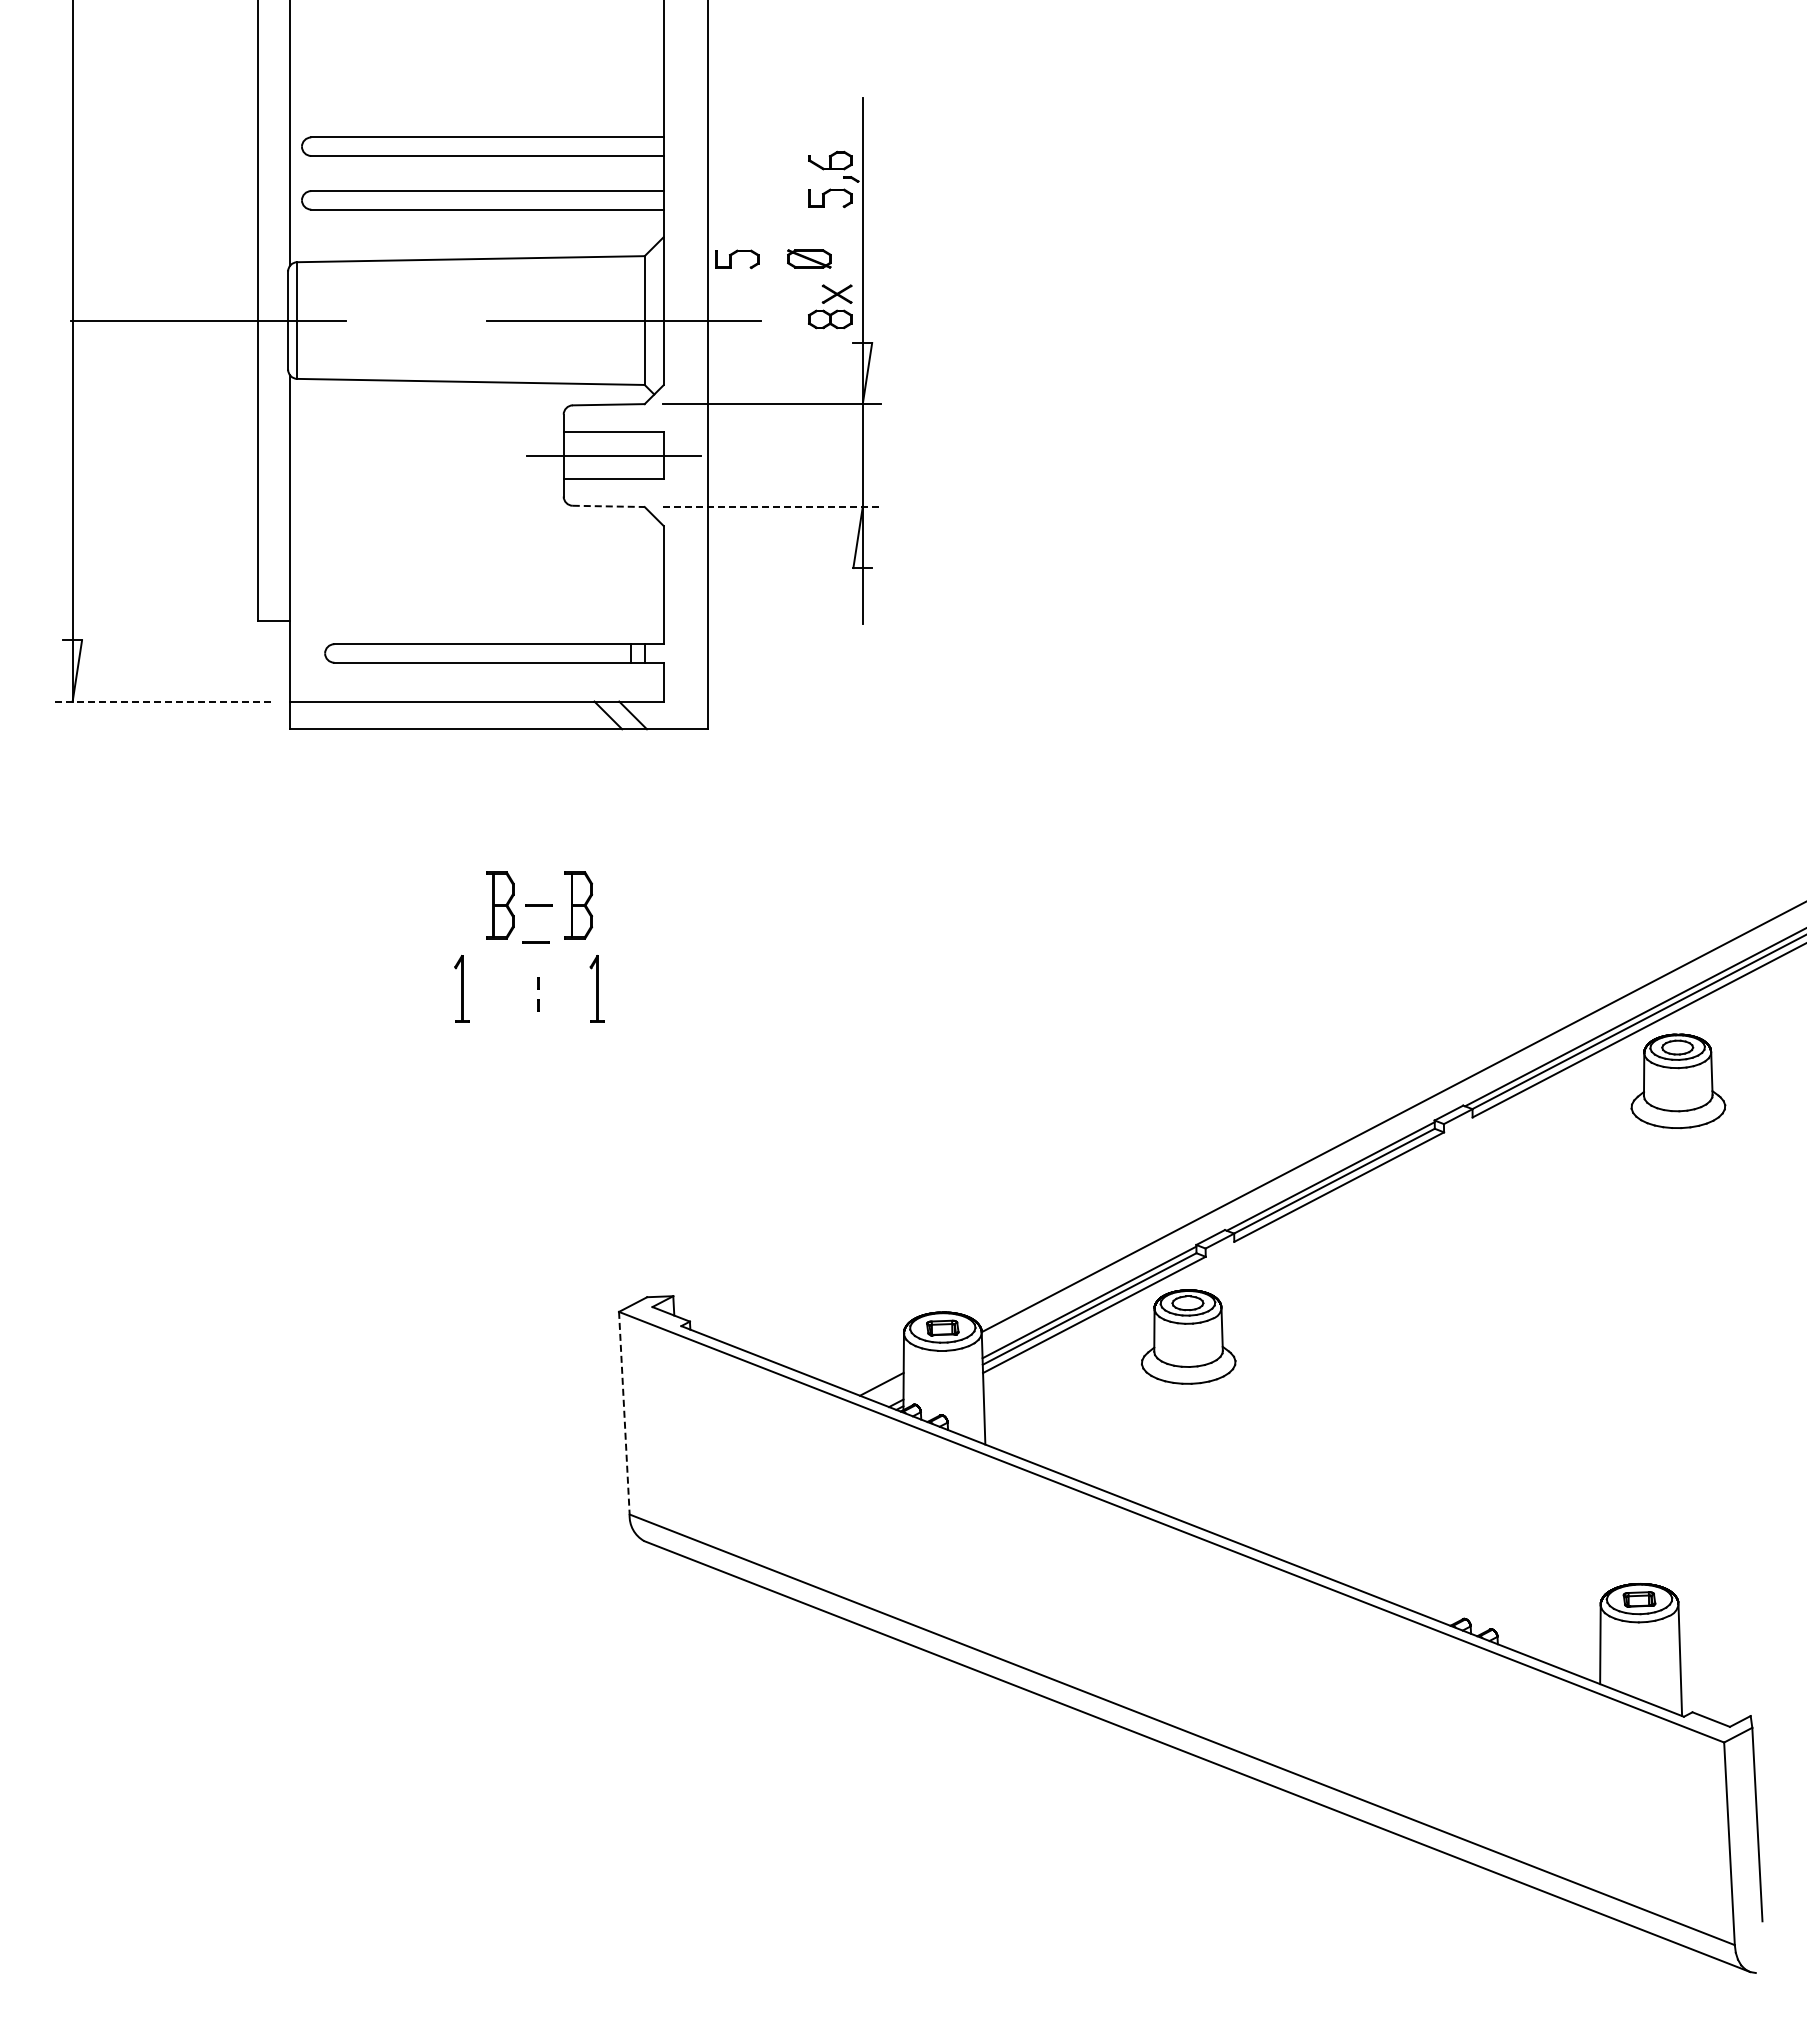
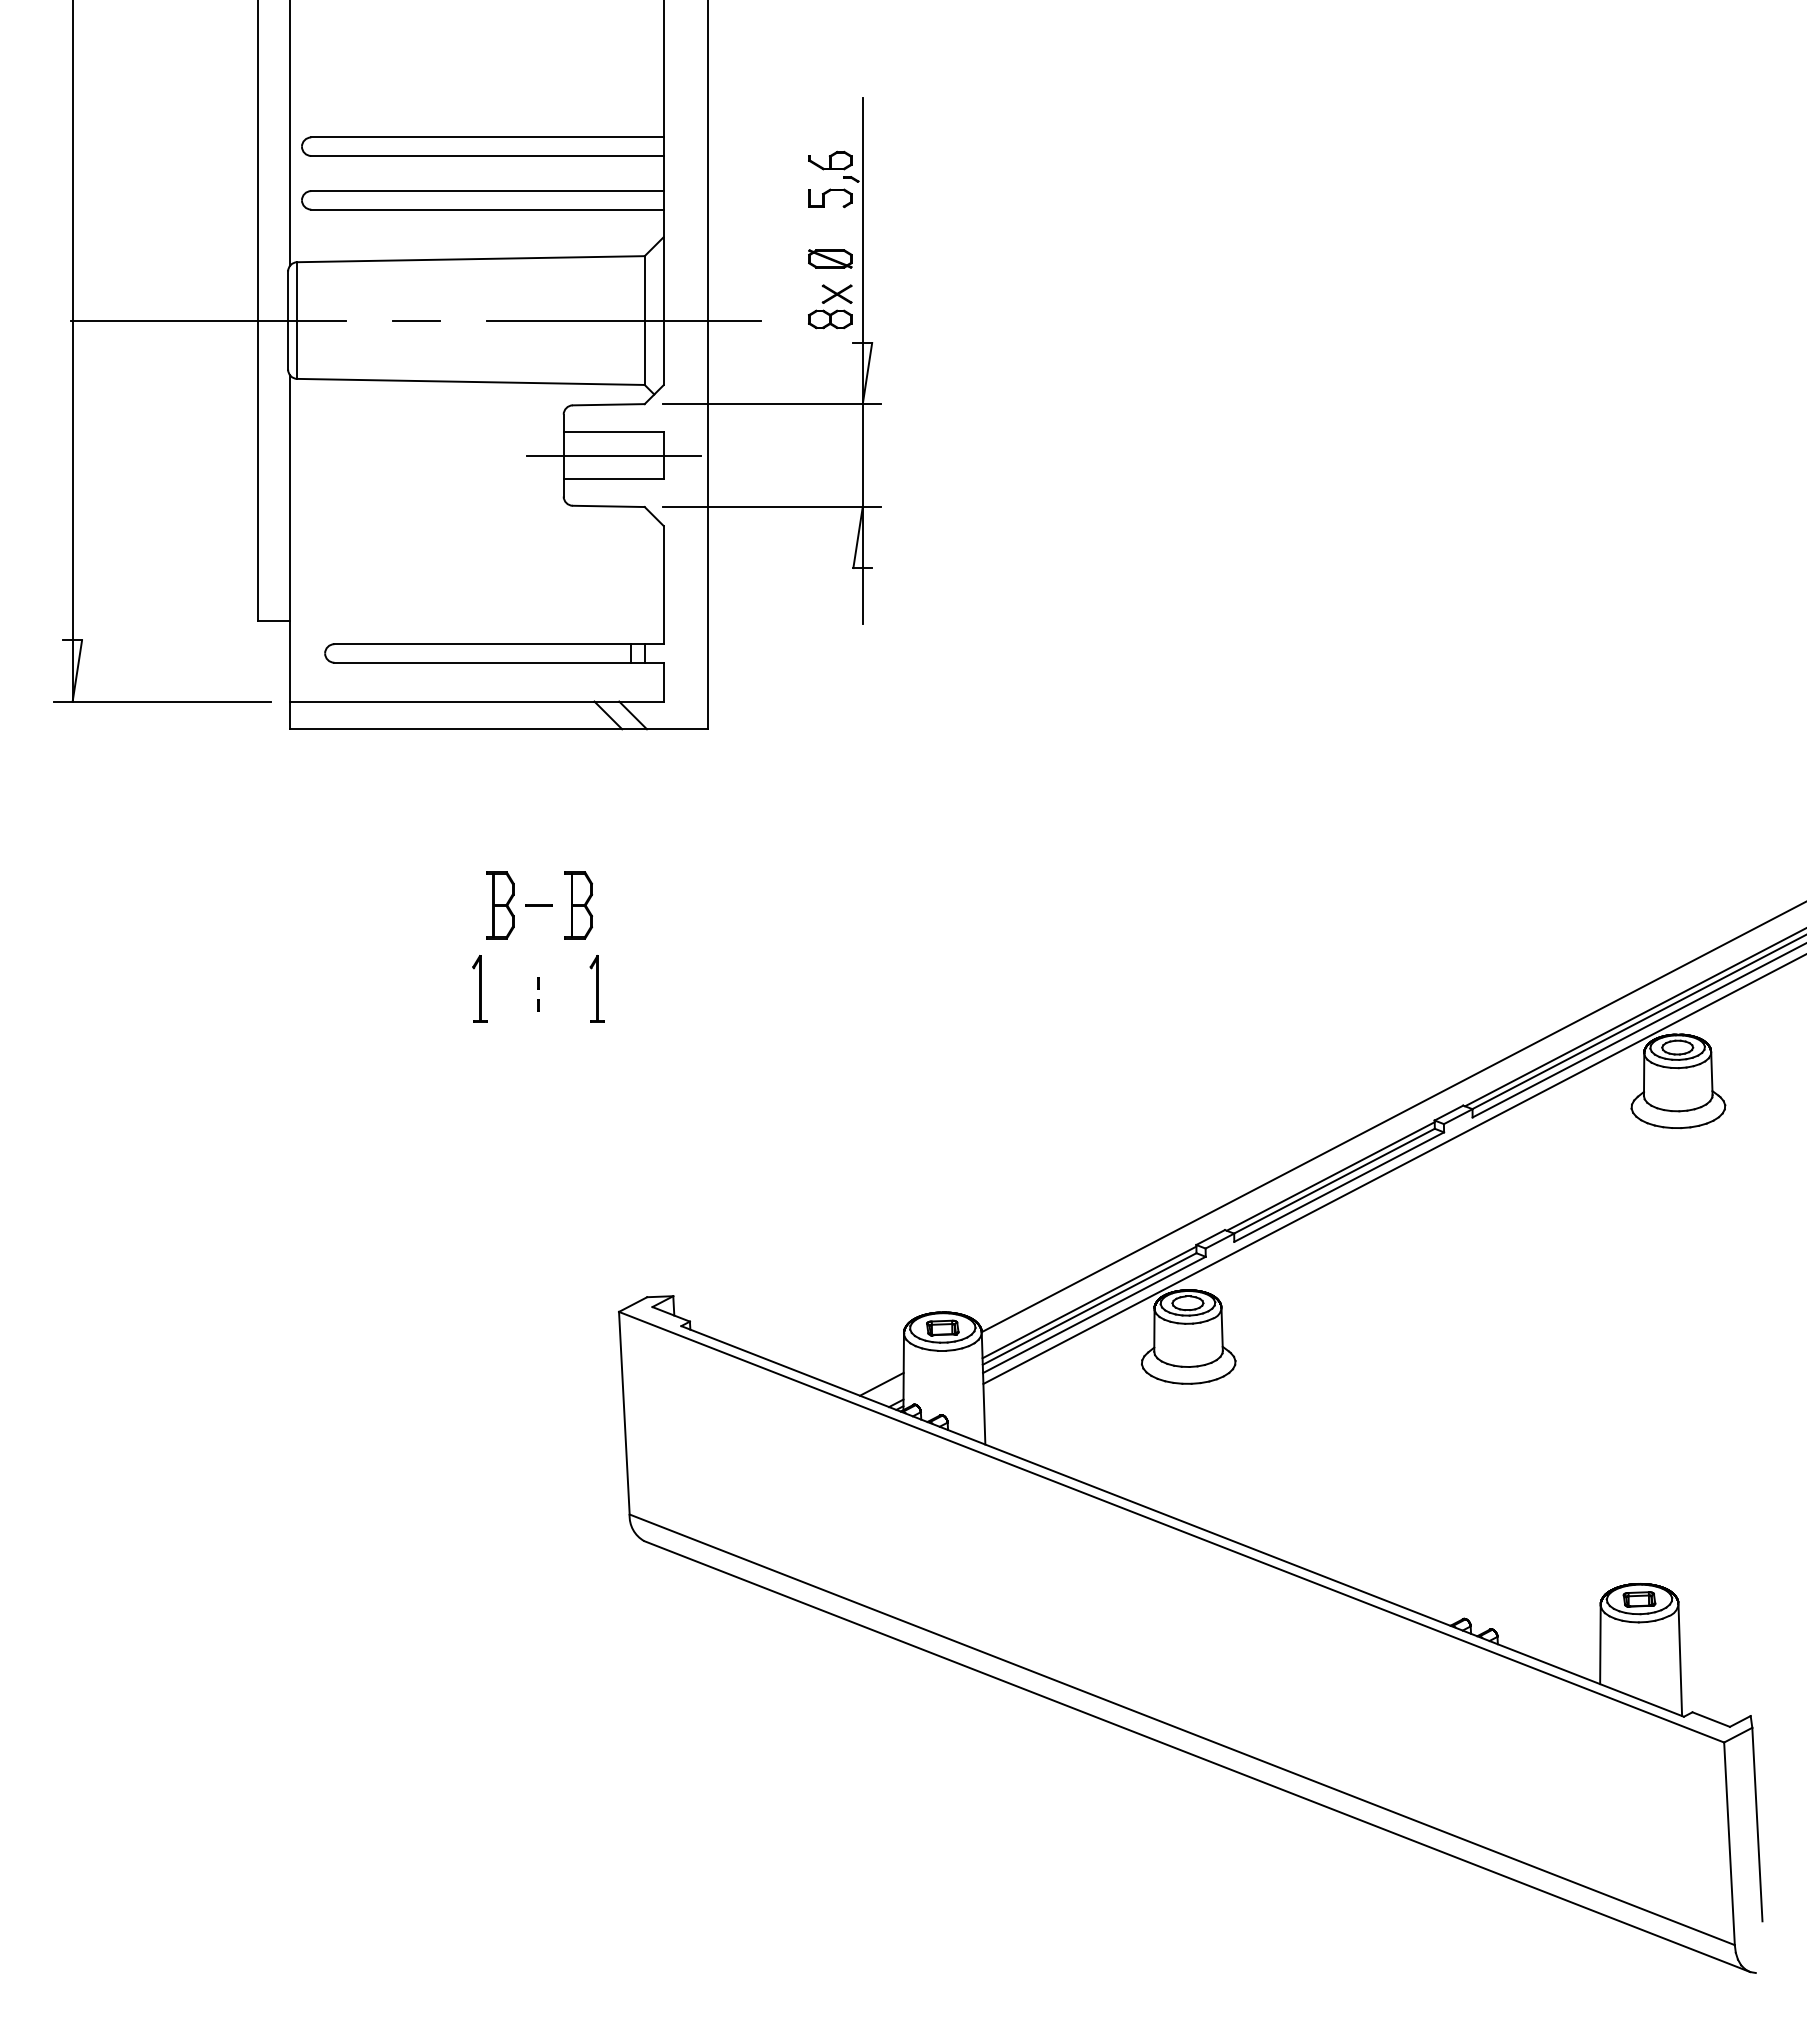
part at (809, 258) position: (809, 258) -> (830, 258)
part at (737, 259): present -> none
line at (415, 320): none -> present
line at (608, 506): dashed -> solid
line at (772, 507): dashed -> solid
line at (162, 701): dashed -> solid
line at (535, 942): present -> none
part at (461, 988) position: (461, 988) -> (479, 988)
line at (1393, 1169): none -> present
line at (624, 1413): dashed -> solid
